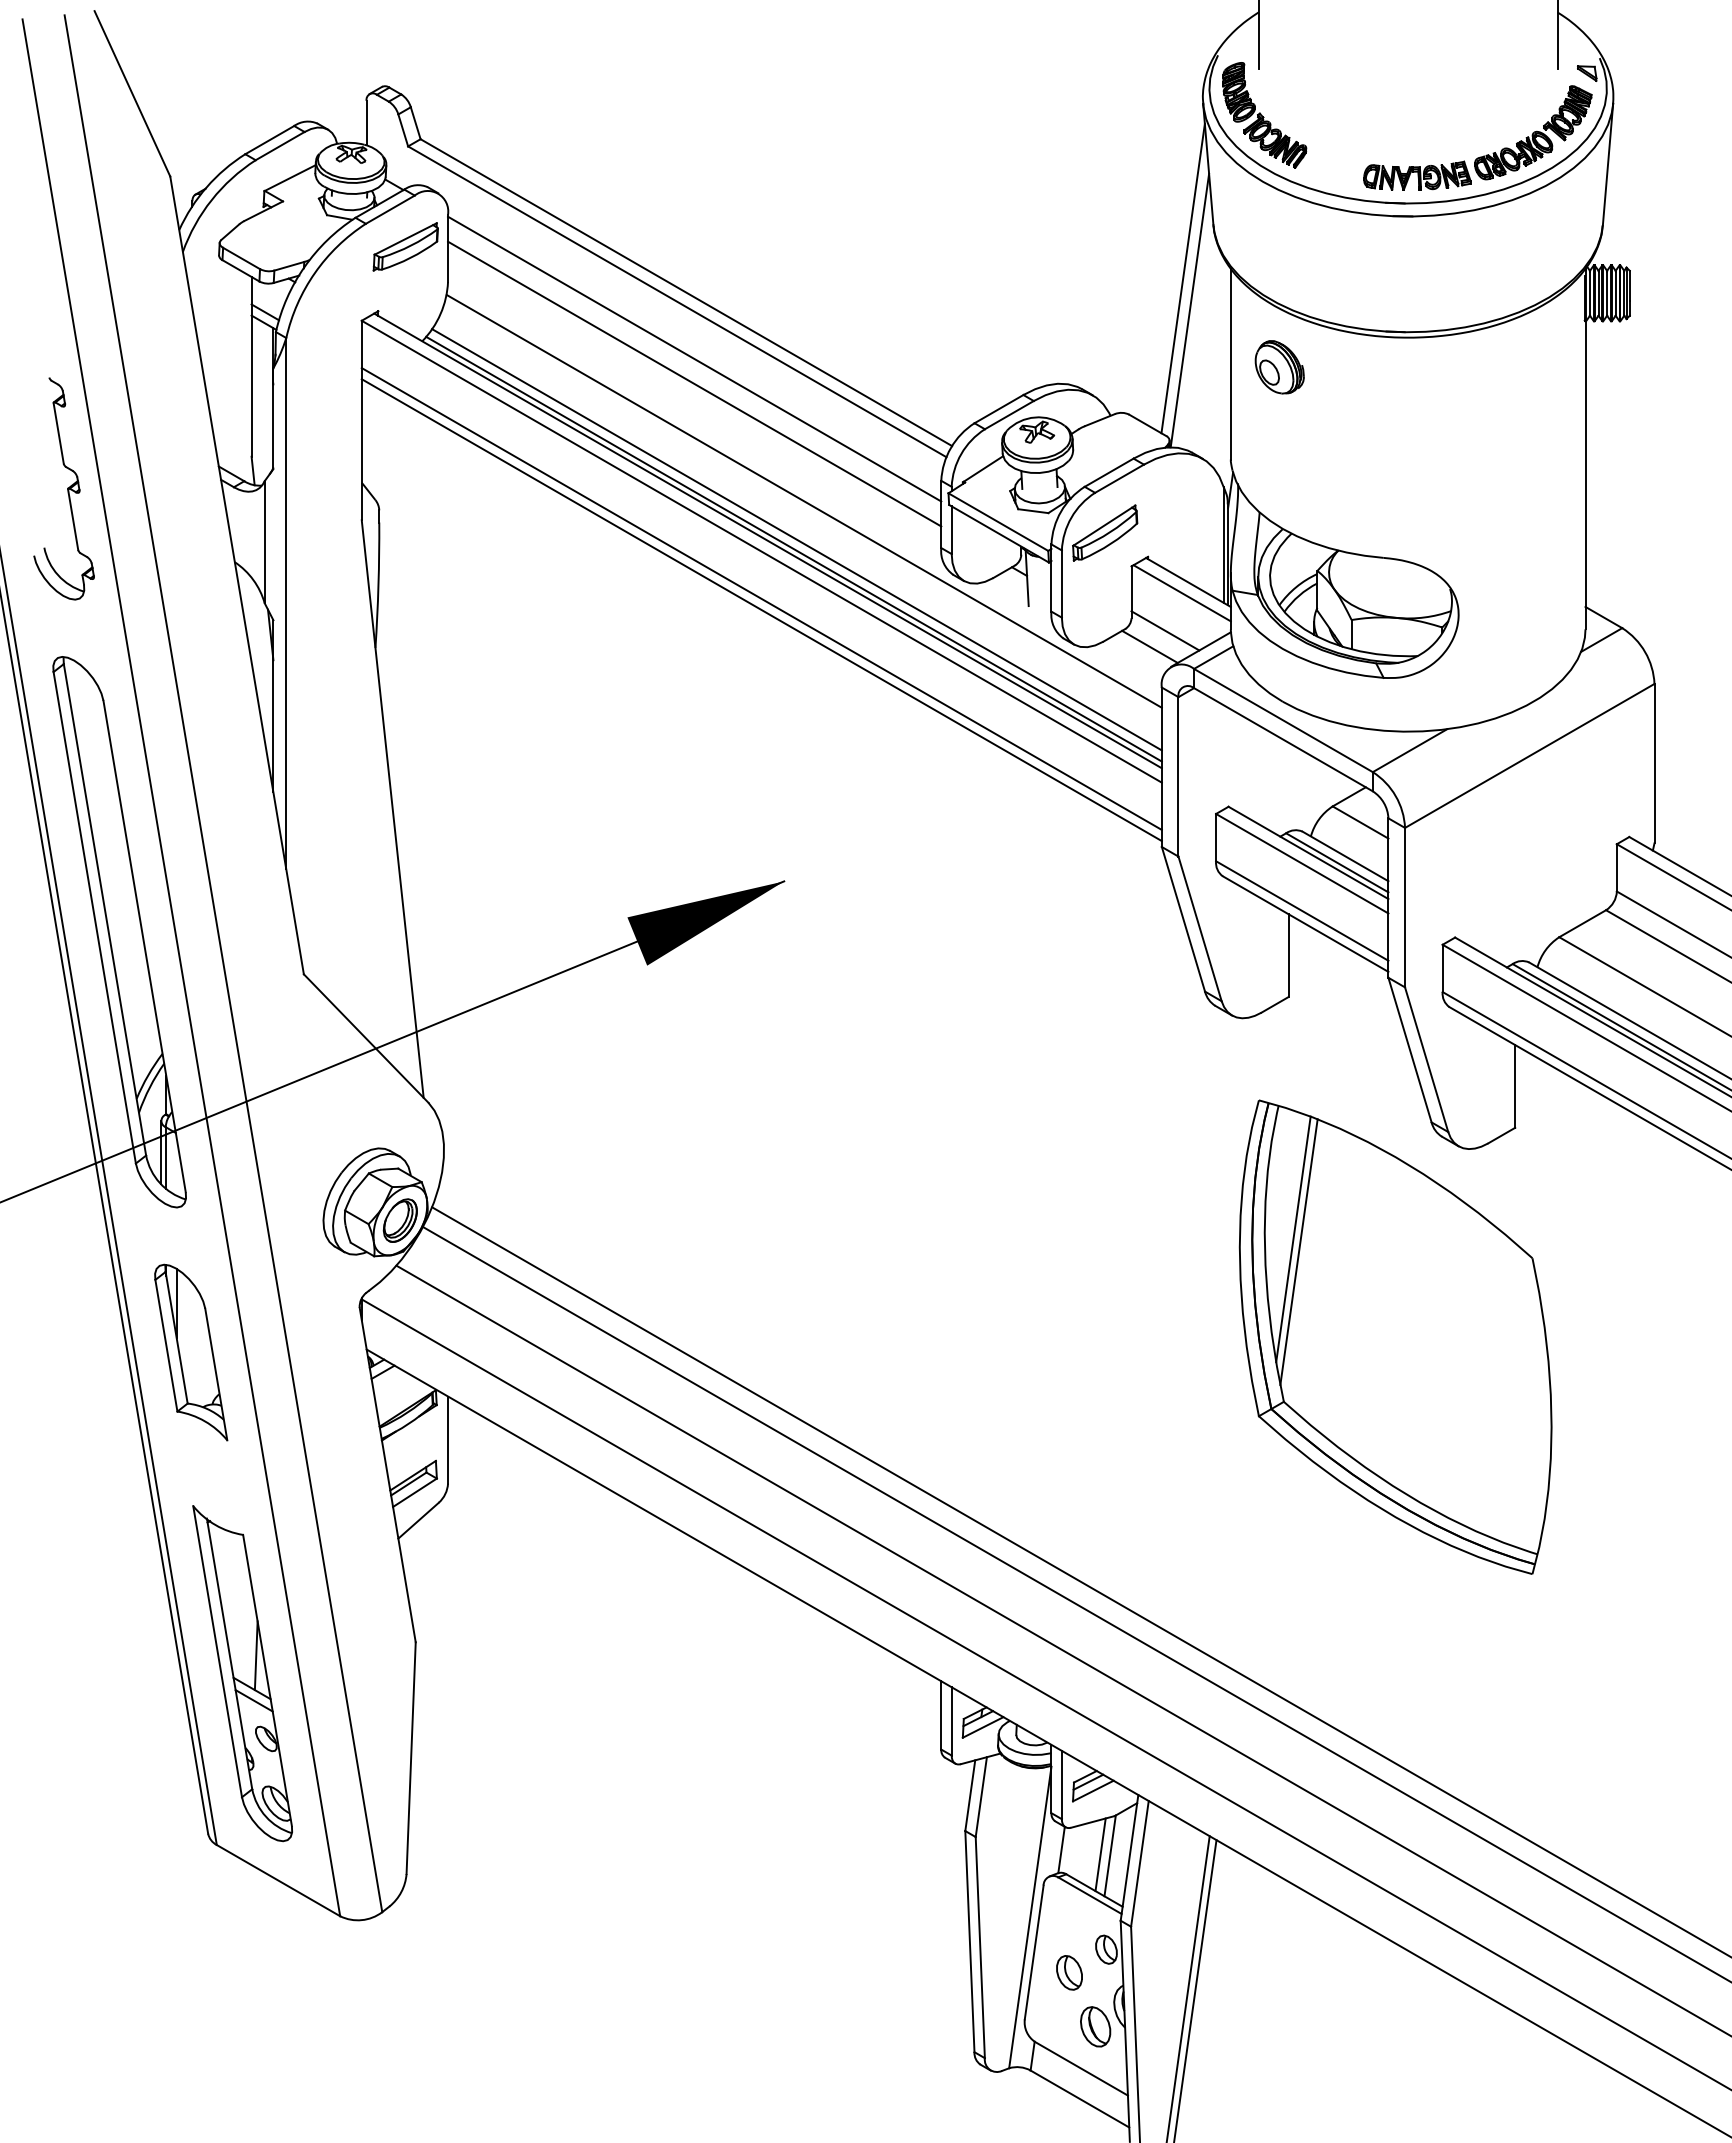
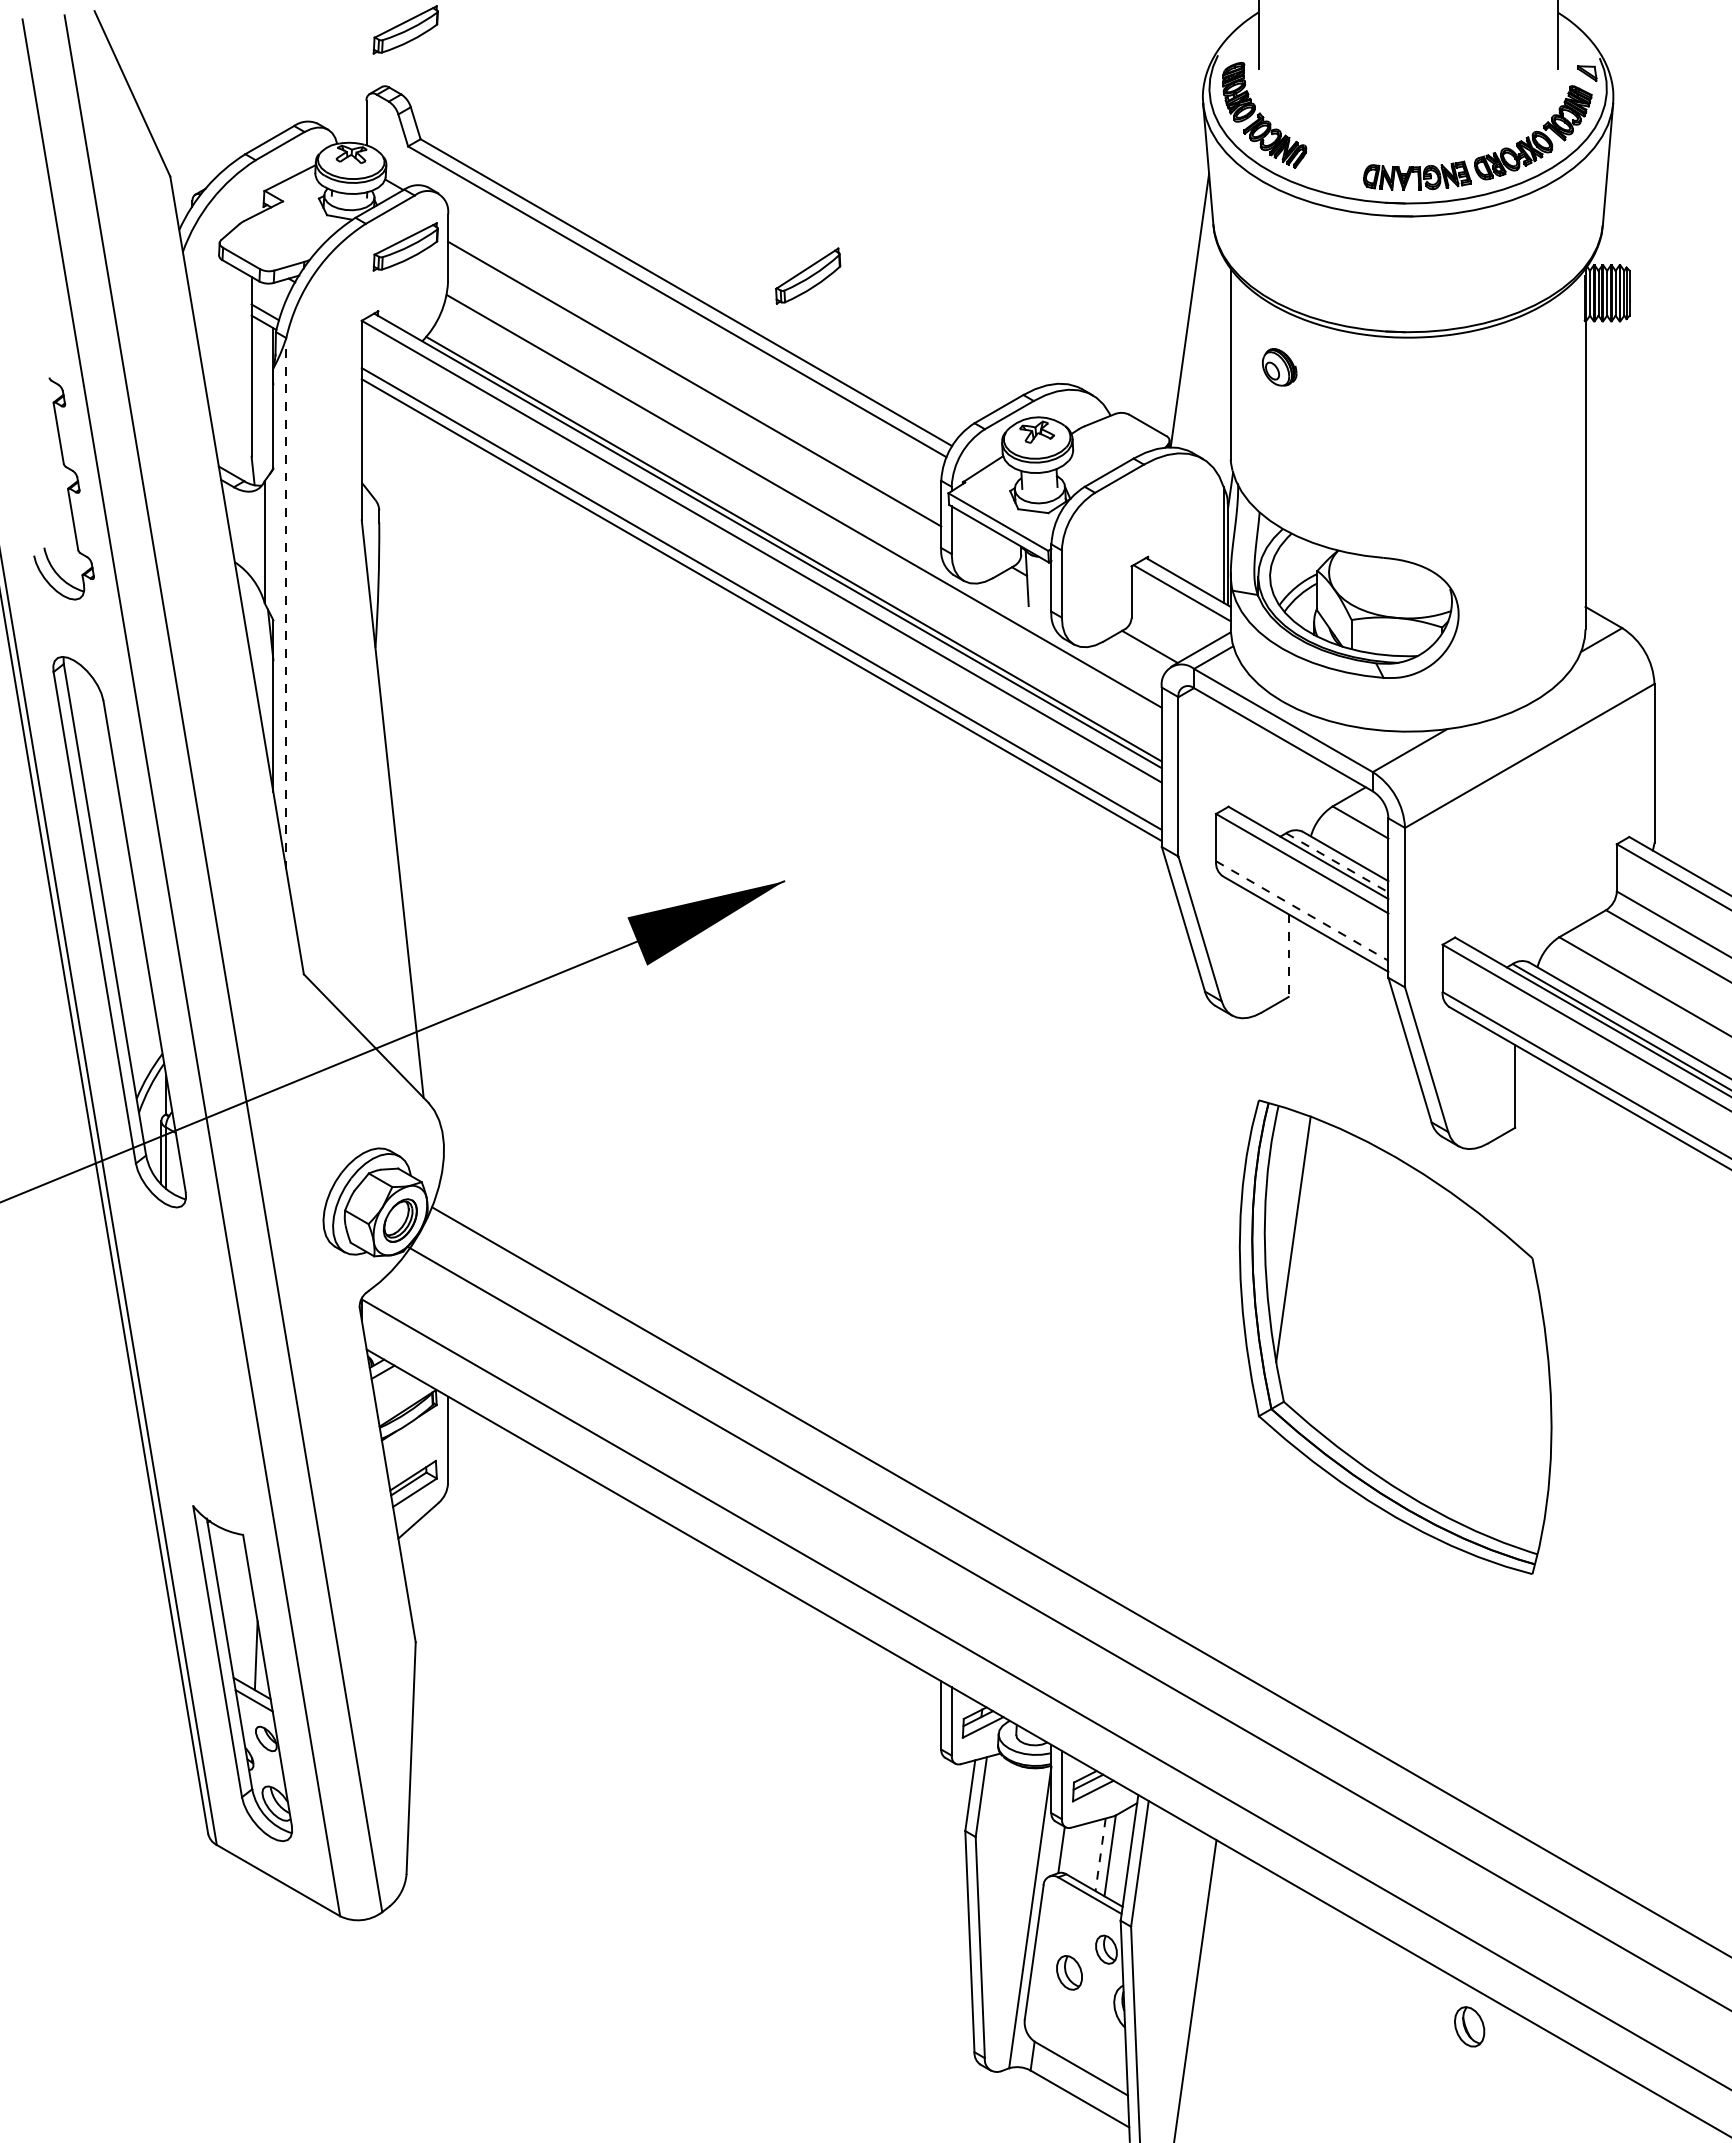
part at (405, 29): none -> present
line at (1182, 278): present -> none
line at (694, 358): present -> none
part at (1279, 367) size: 51x55 px -> 36x39 px
part at (1105, 532) position: (1105, 532) -> (808, 275)
line at (796, 539): present -> none
line at (286, 603): solid -> dashed
line at (1165, 630): present -> none
line at (1337, 863): solid -> dashed
line at (1302, 911): solid -> dashed
line at (1288, 956): solid -> dashed
line at (1298, 1251): present -> none
part at (191, 1352): present -> none
line at (1075, 1603): present -> none
line at (1062, 1649) position: (1062, 1649) -> (1067, 1627)
line at (1100, 1854): solid -> dashed
line at (1188, 1987): present -> none
part at (1095, 2026) position: (1095, 2026) -> (1469, 2026)
